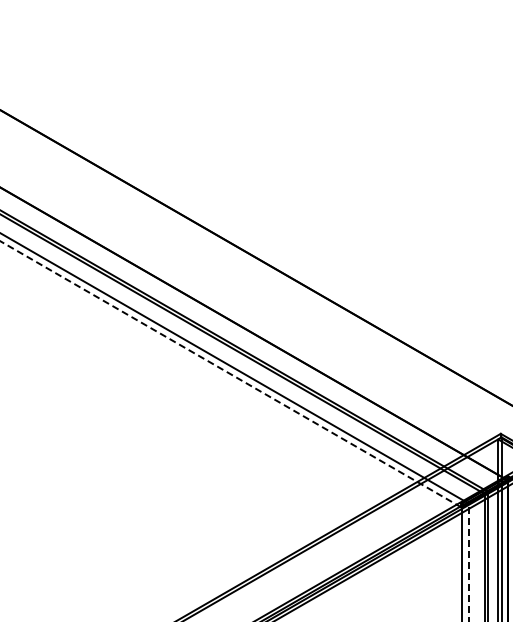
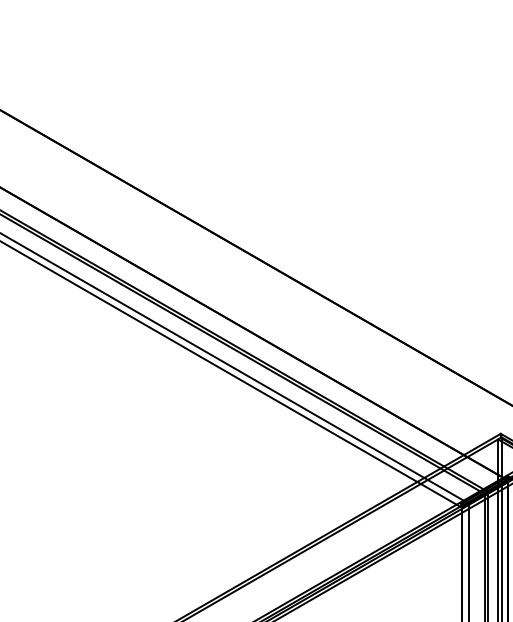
line at (231, 374): dashed -> solid
line at (468, 562): dashed -> solid
